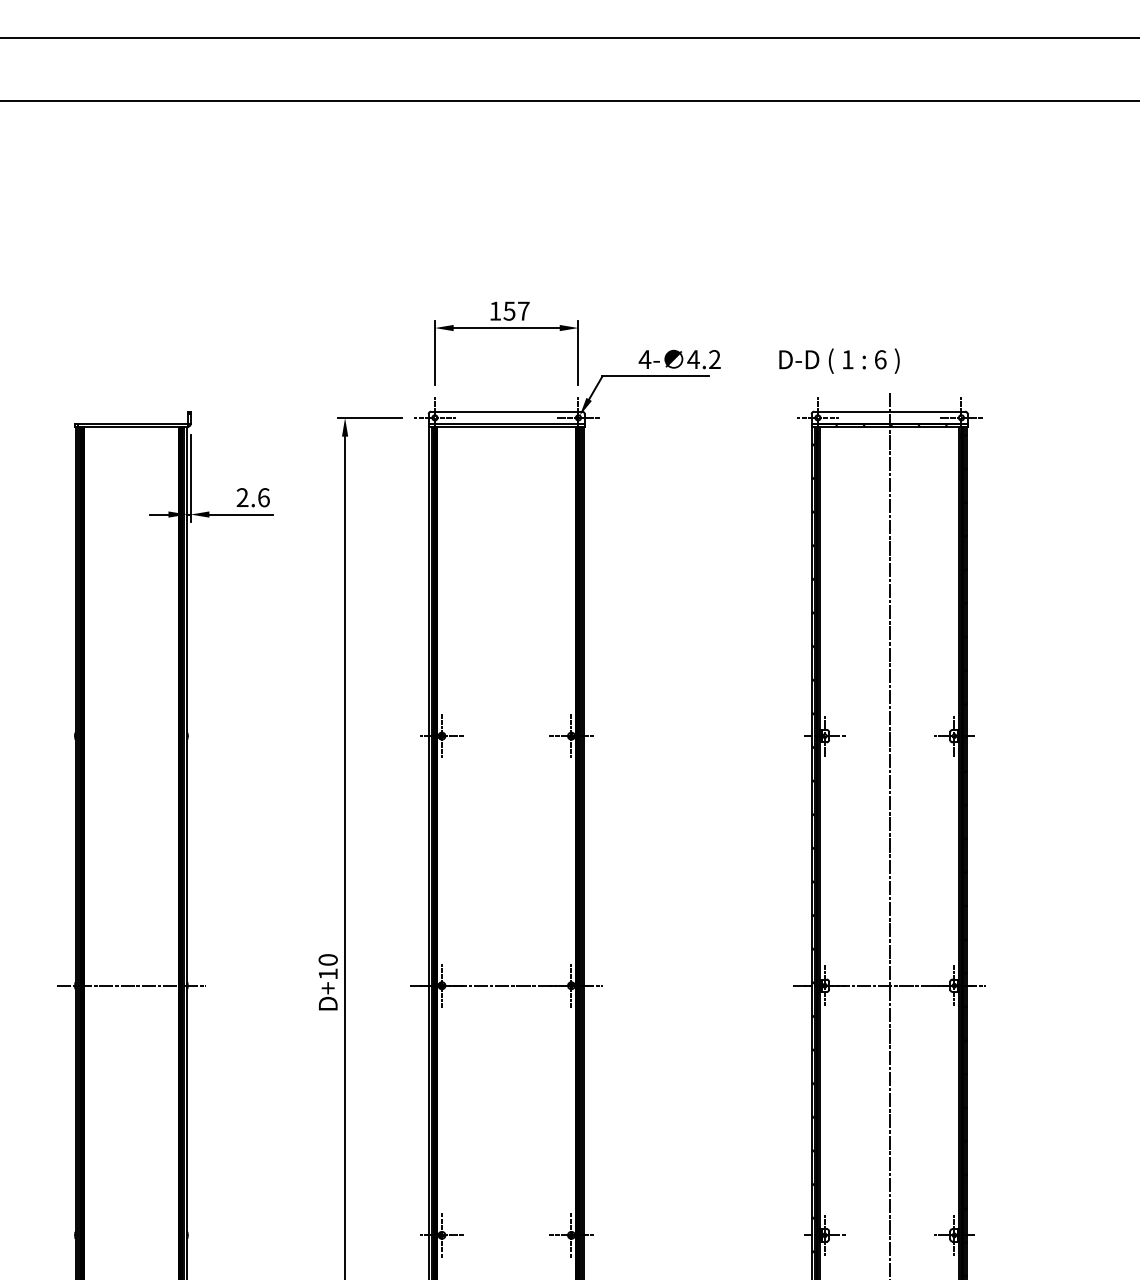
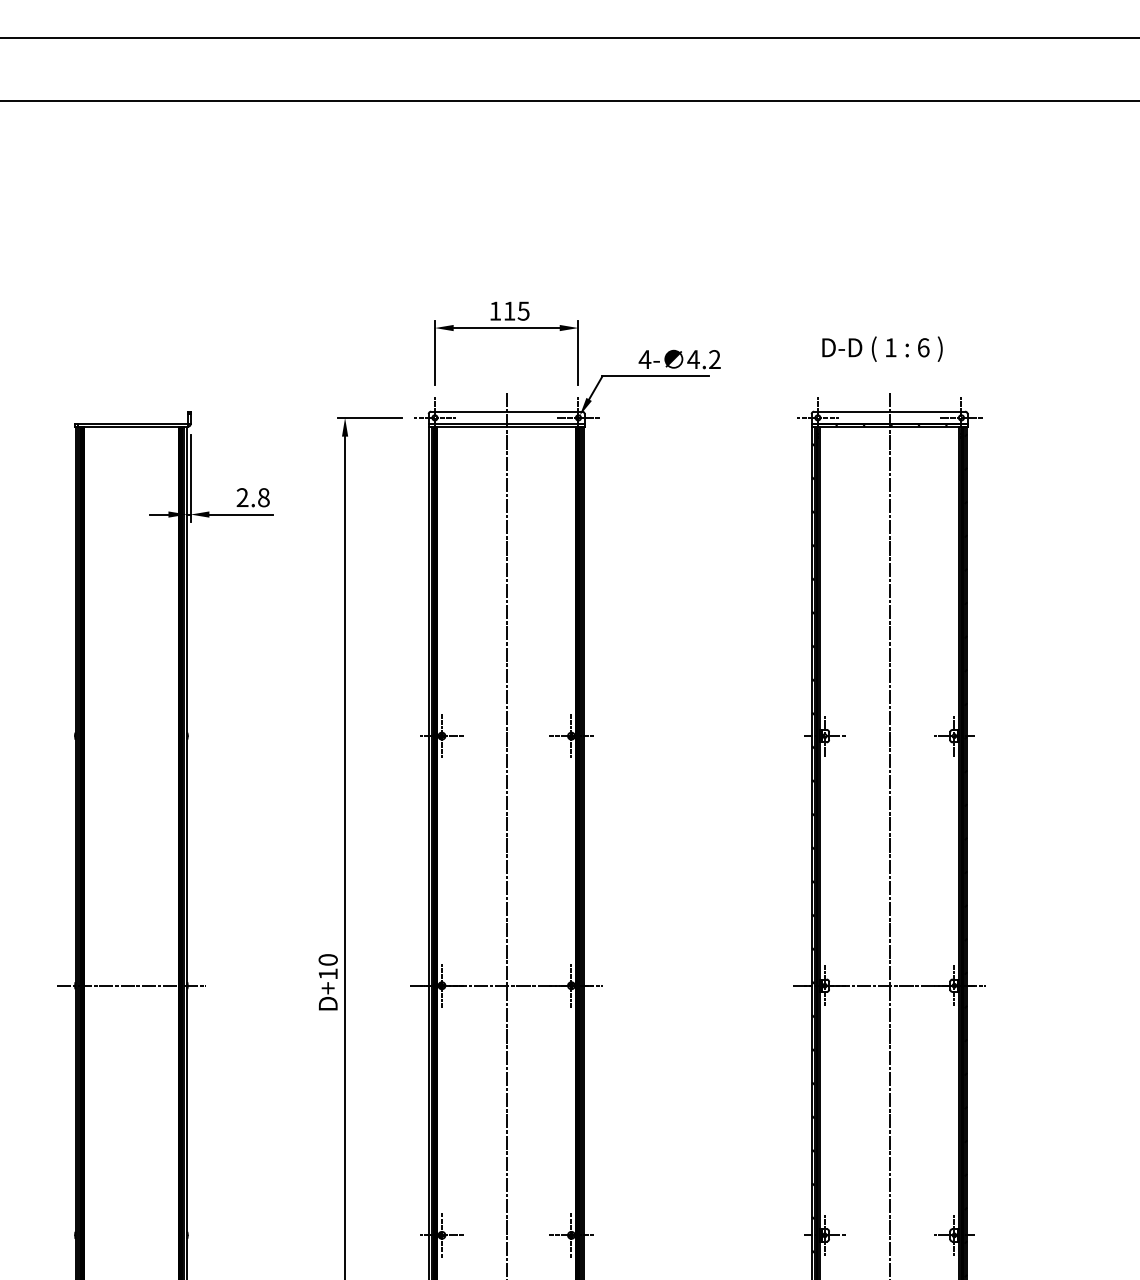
text at (516, 310): 157 -> 115
text at (839, 360) position: (839, 360) -> (882, 348)
text at (263, 497): 2.6 -> 2.8
line at (506, 834): none -> present
